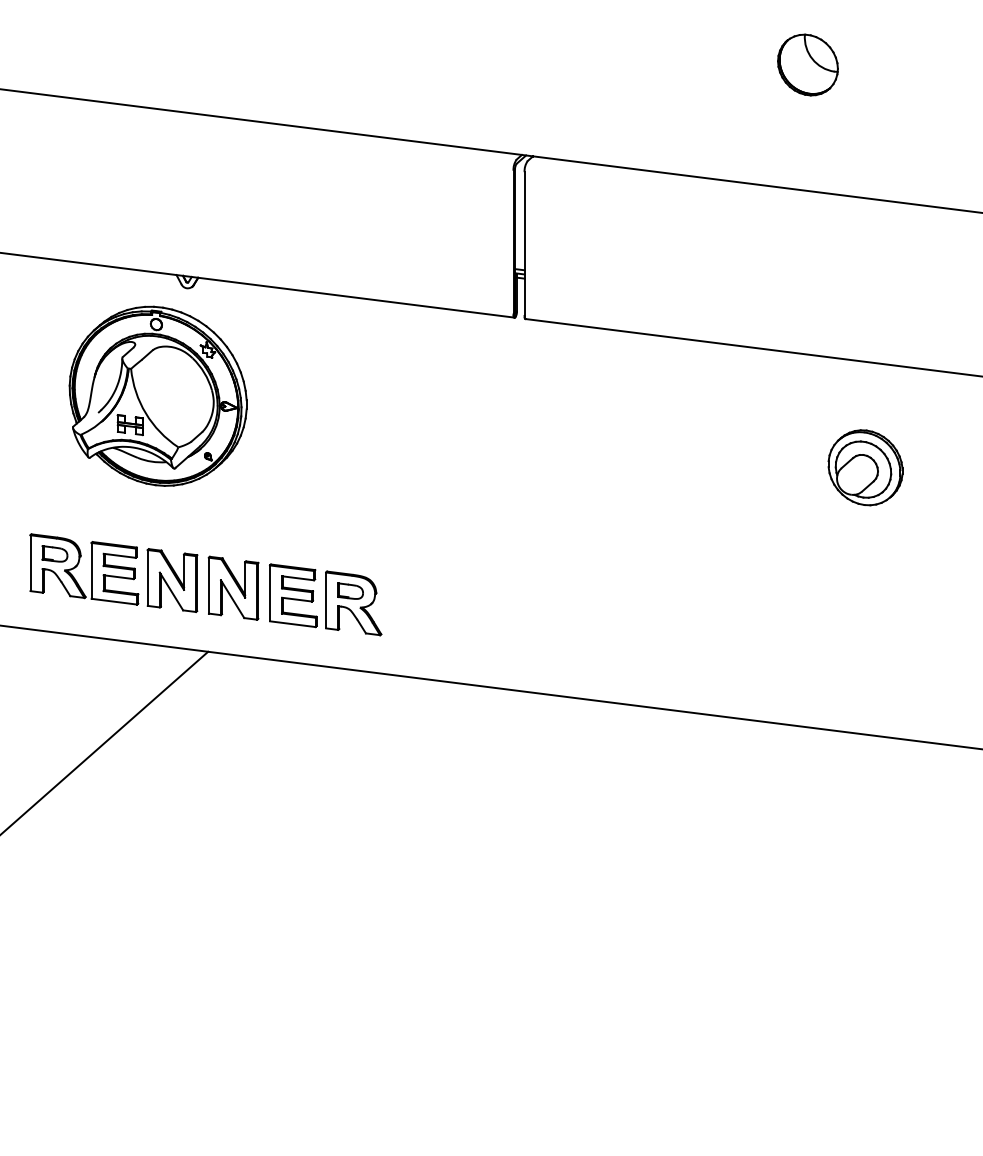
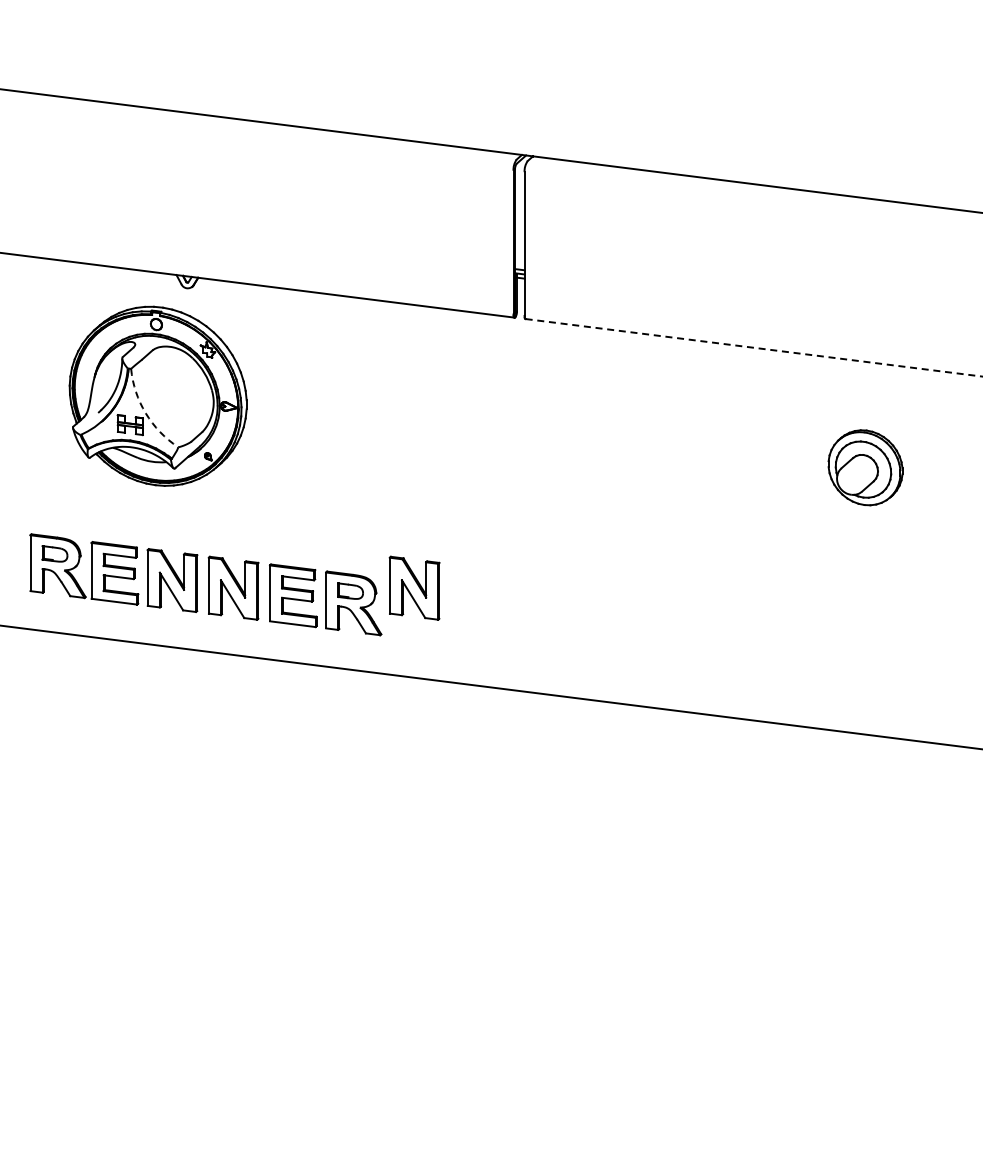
part at (807, 64): present -> none
line at (754, 347): solid -> dashed
arc at (145, 413): solid -> dashed
part at (414, 587): none -> present
line at (105, 742): present -> none
